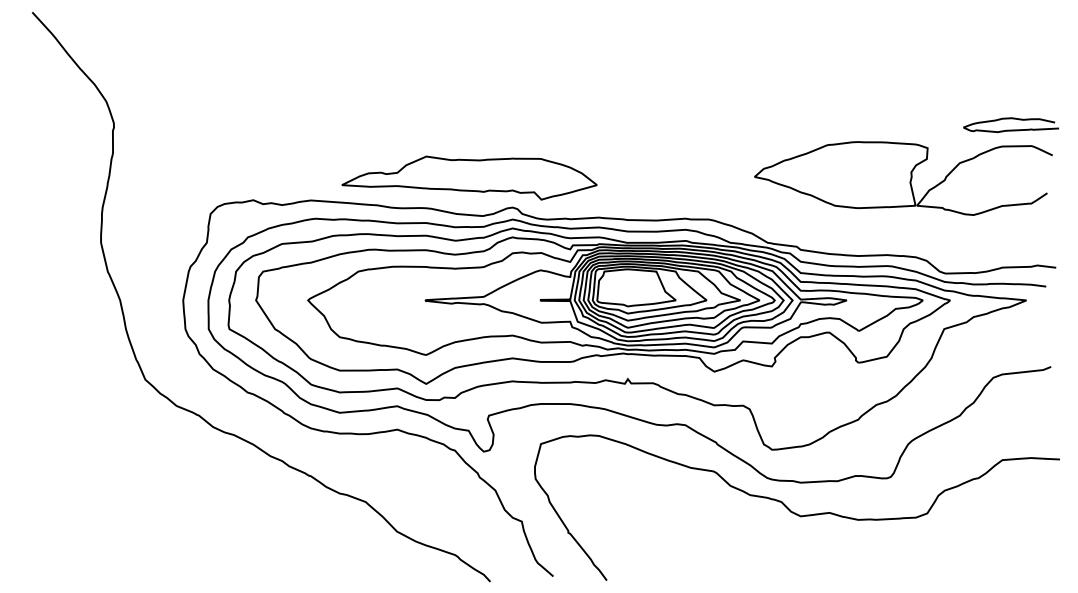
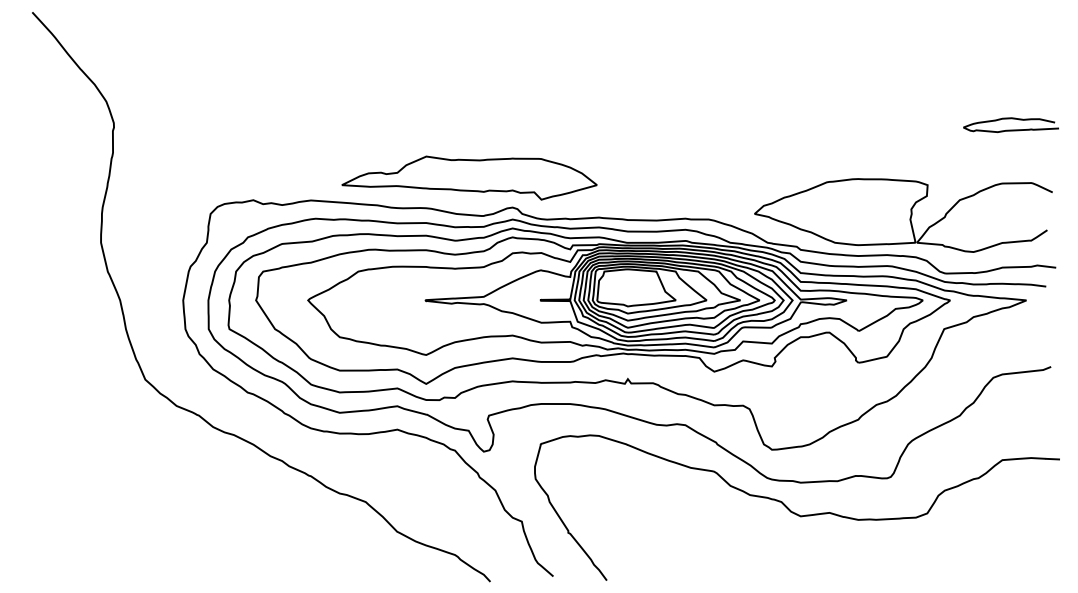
part at (903, 178) position: (903, 178) -> (903, 215)
